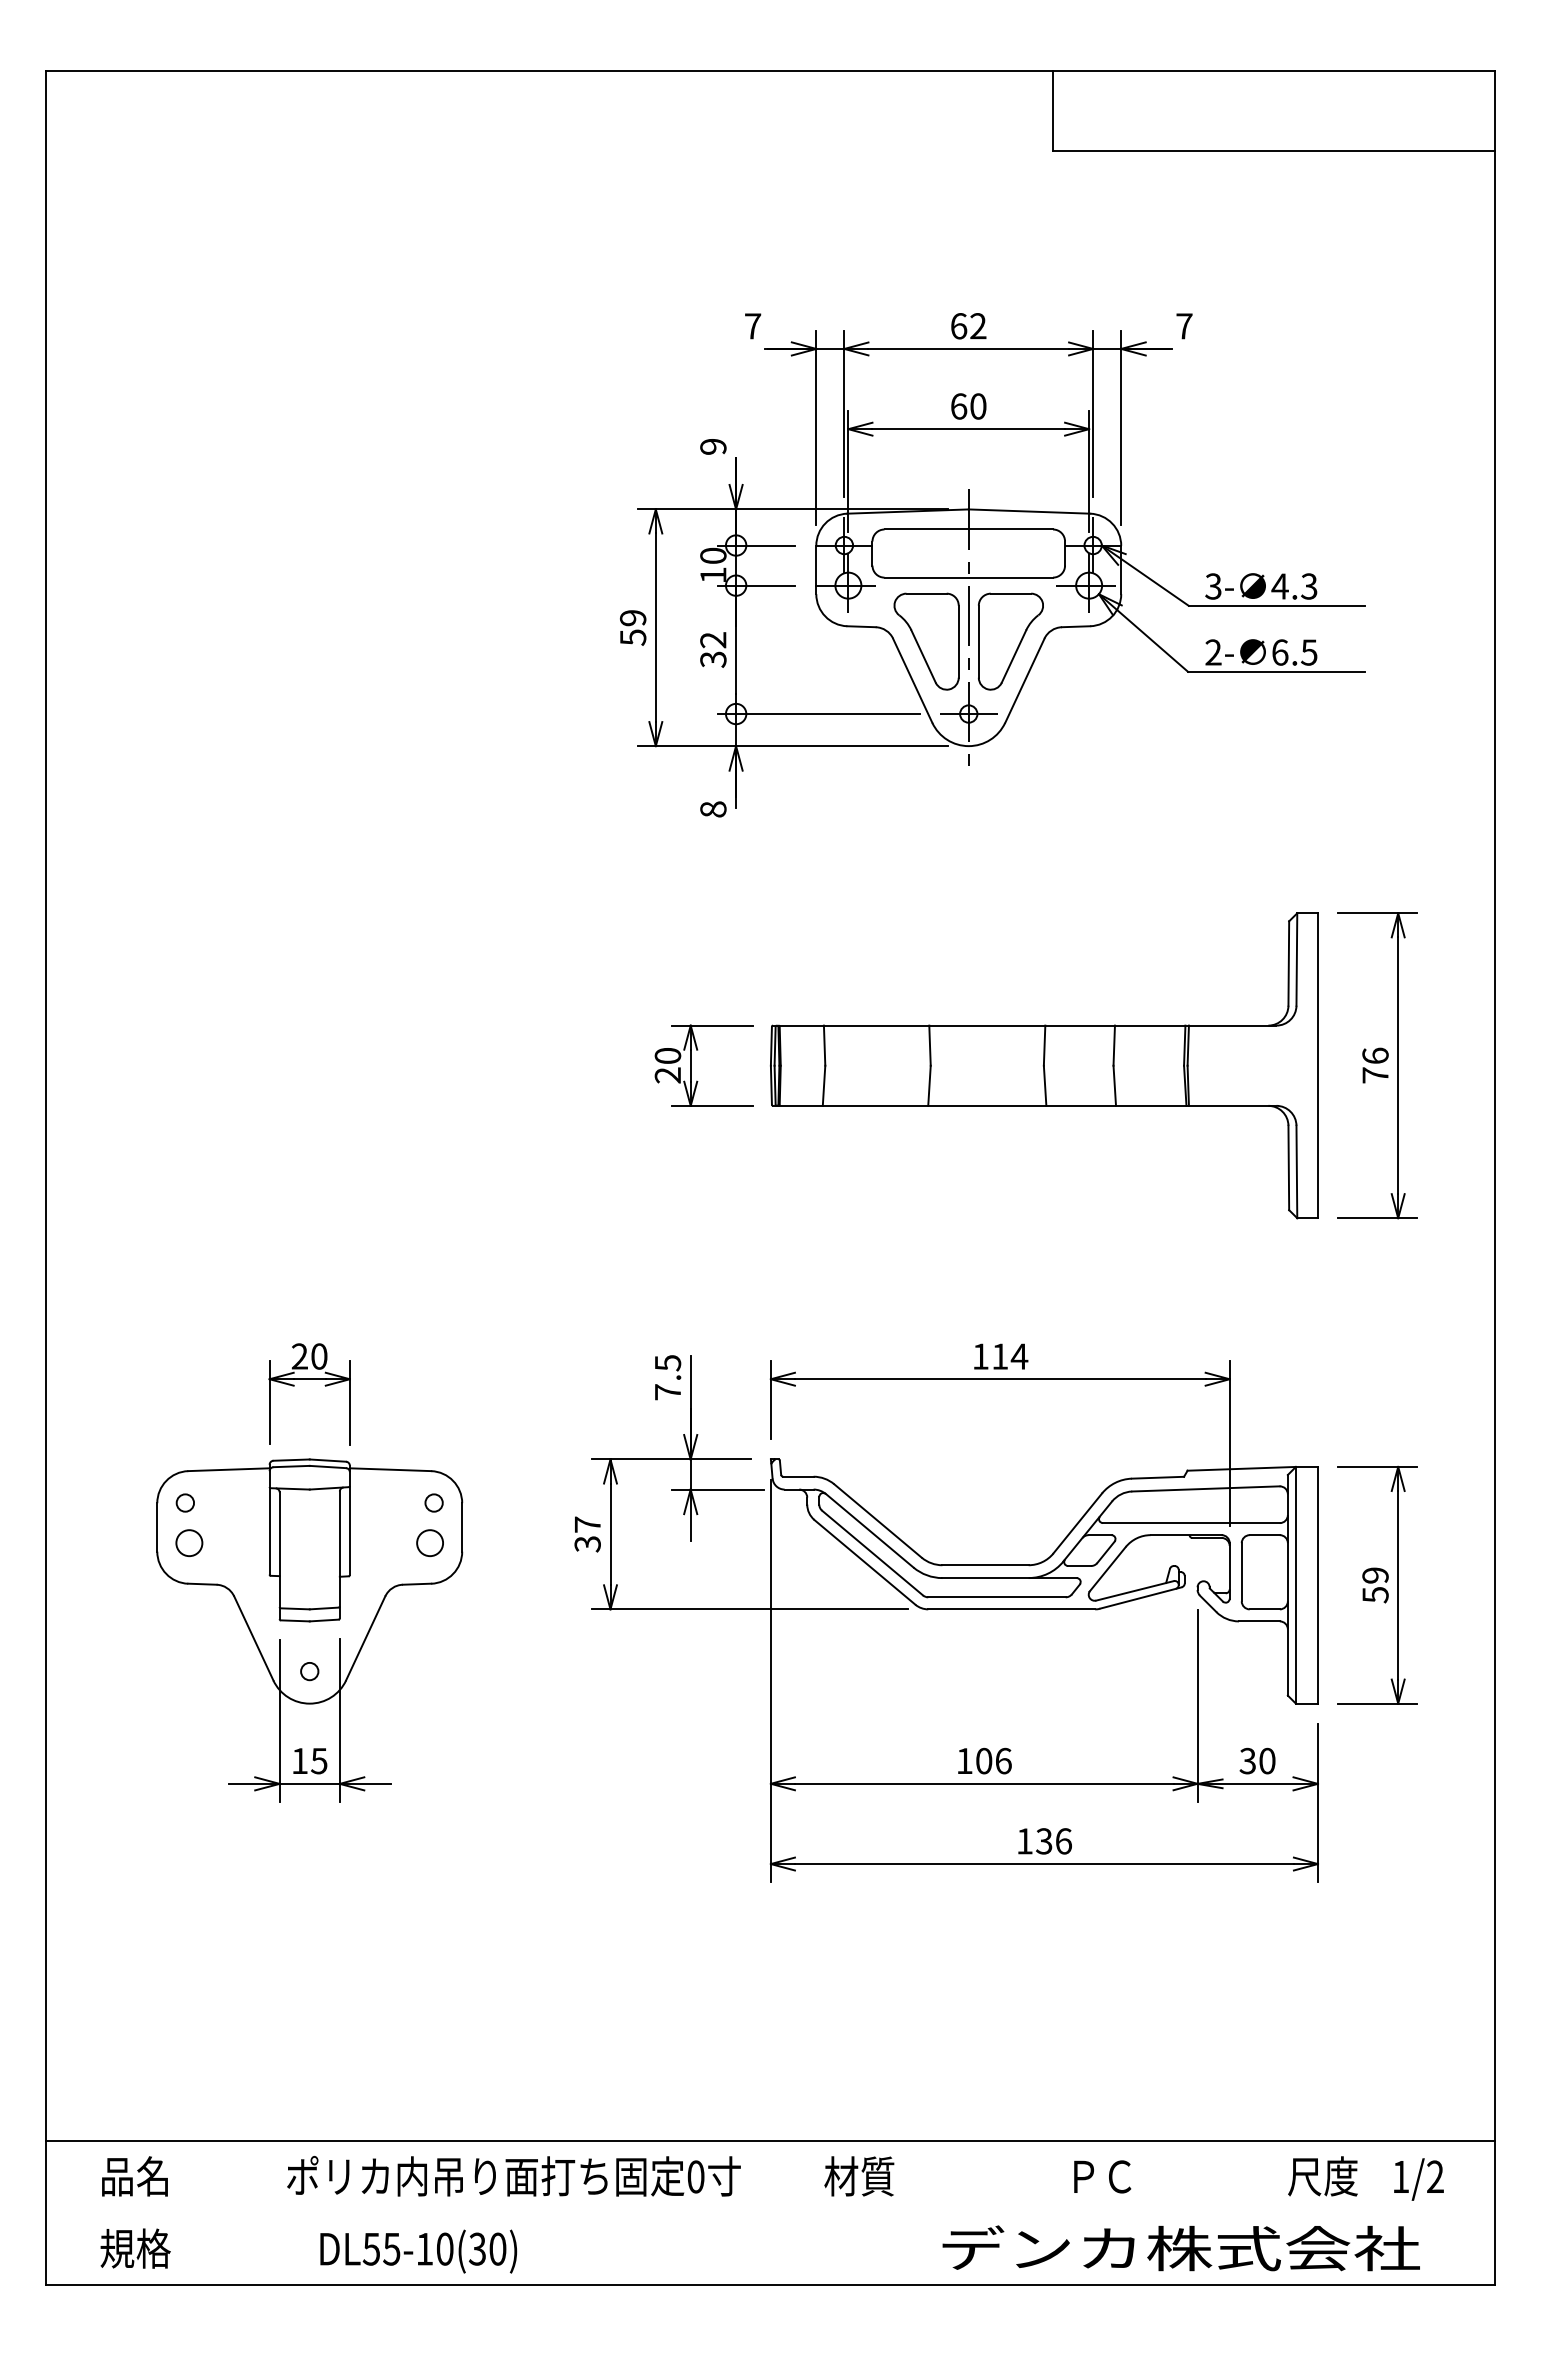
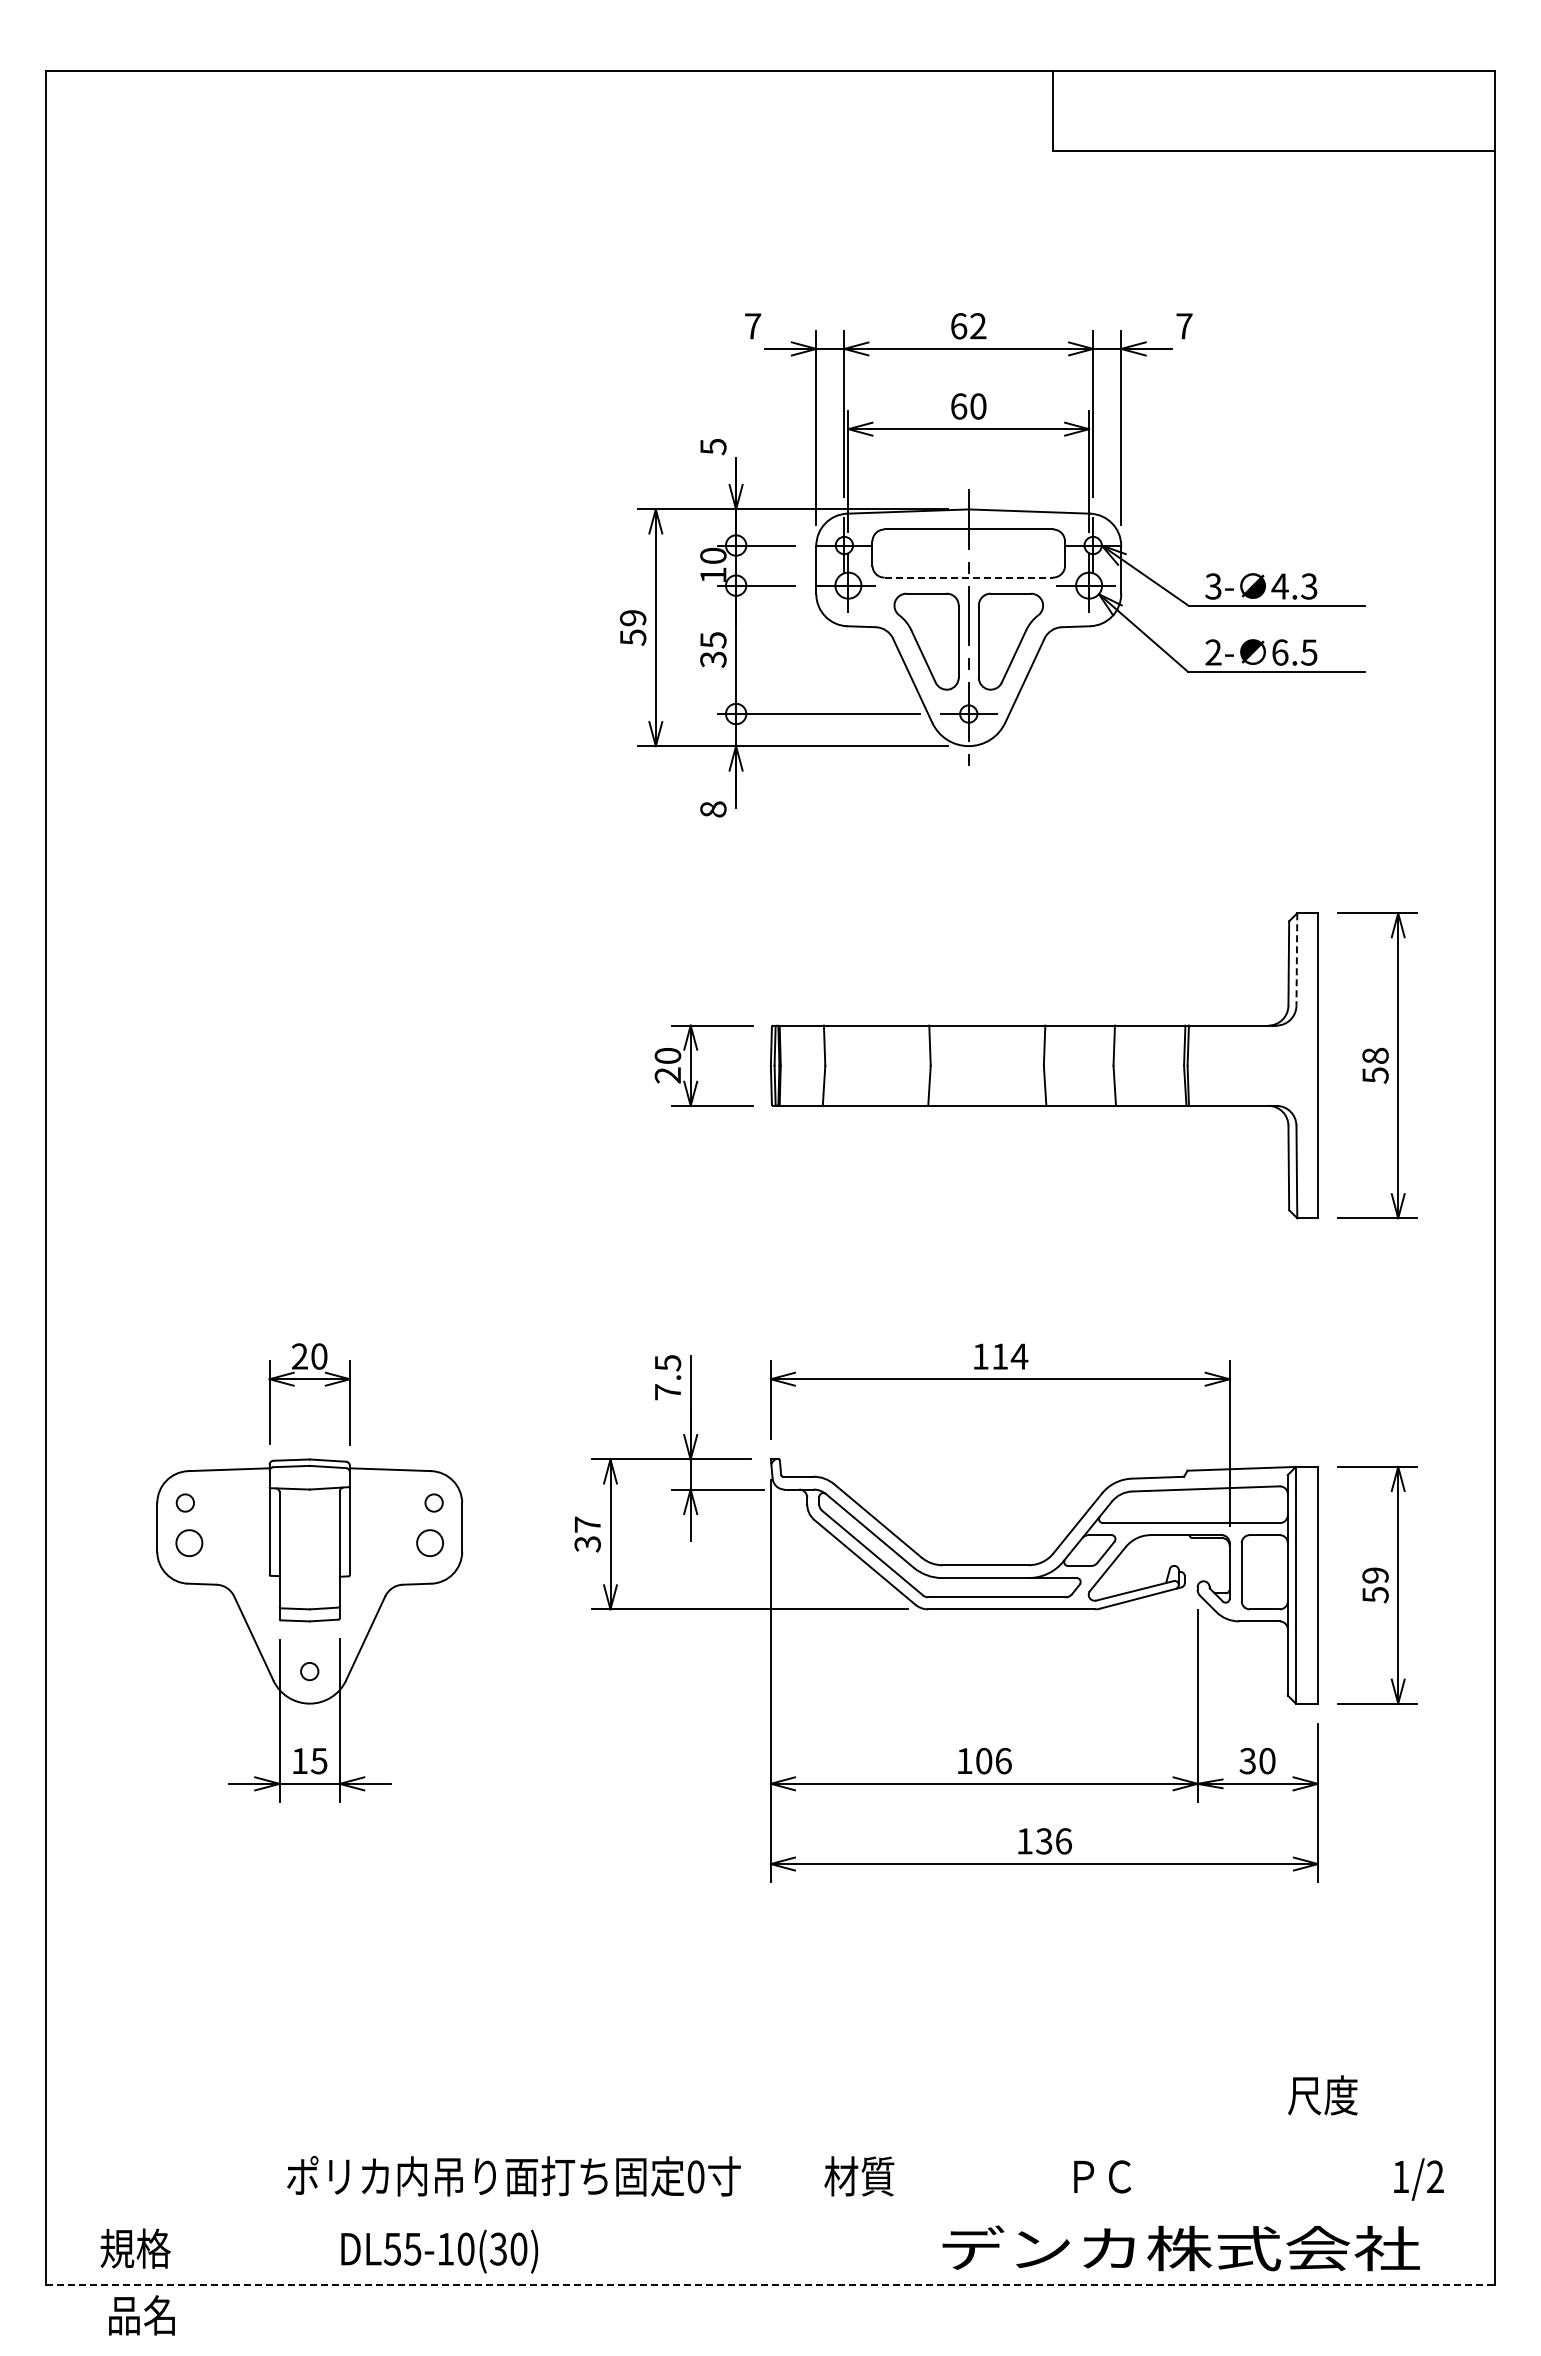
text at (713, 447): 9 -> 5
line at (969, 577): solid -> dashed
text at (713, 640): 32 -> 35
line at (1296, 960): solid -> dashed
text at (1375, 1065): 76 -> 58
line at (770, 2140): present -> none
text at (134, 2176) position: (134, 2176) -> (141, 2315)
text at (1322, 2176) position: (1322, 2176) -> (1322, 2095)
text at (418, 2251) position: (418, 2251) -> (439, 2251)
line at (770, 2285): solid -> dashed
